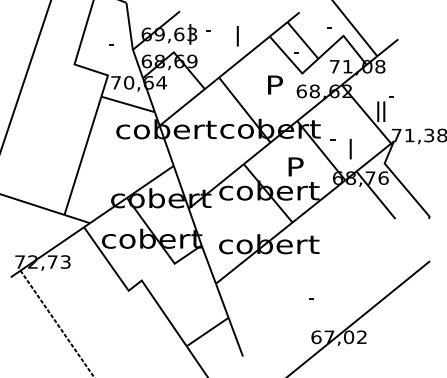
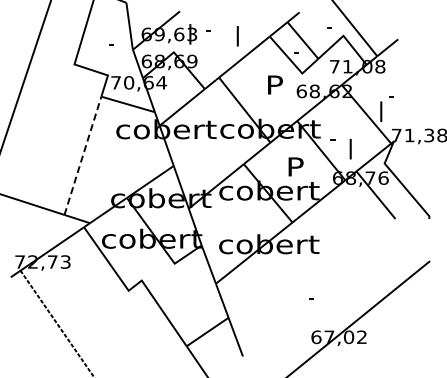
text at (381, 111): II -> I
line at (82, 155): solid -> dashed
